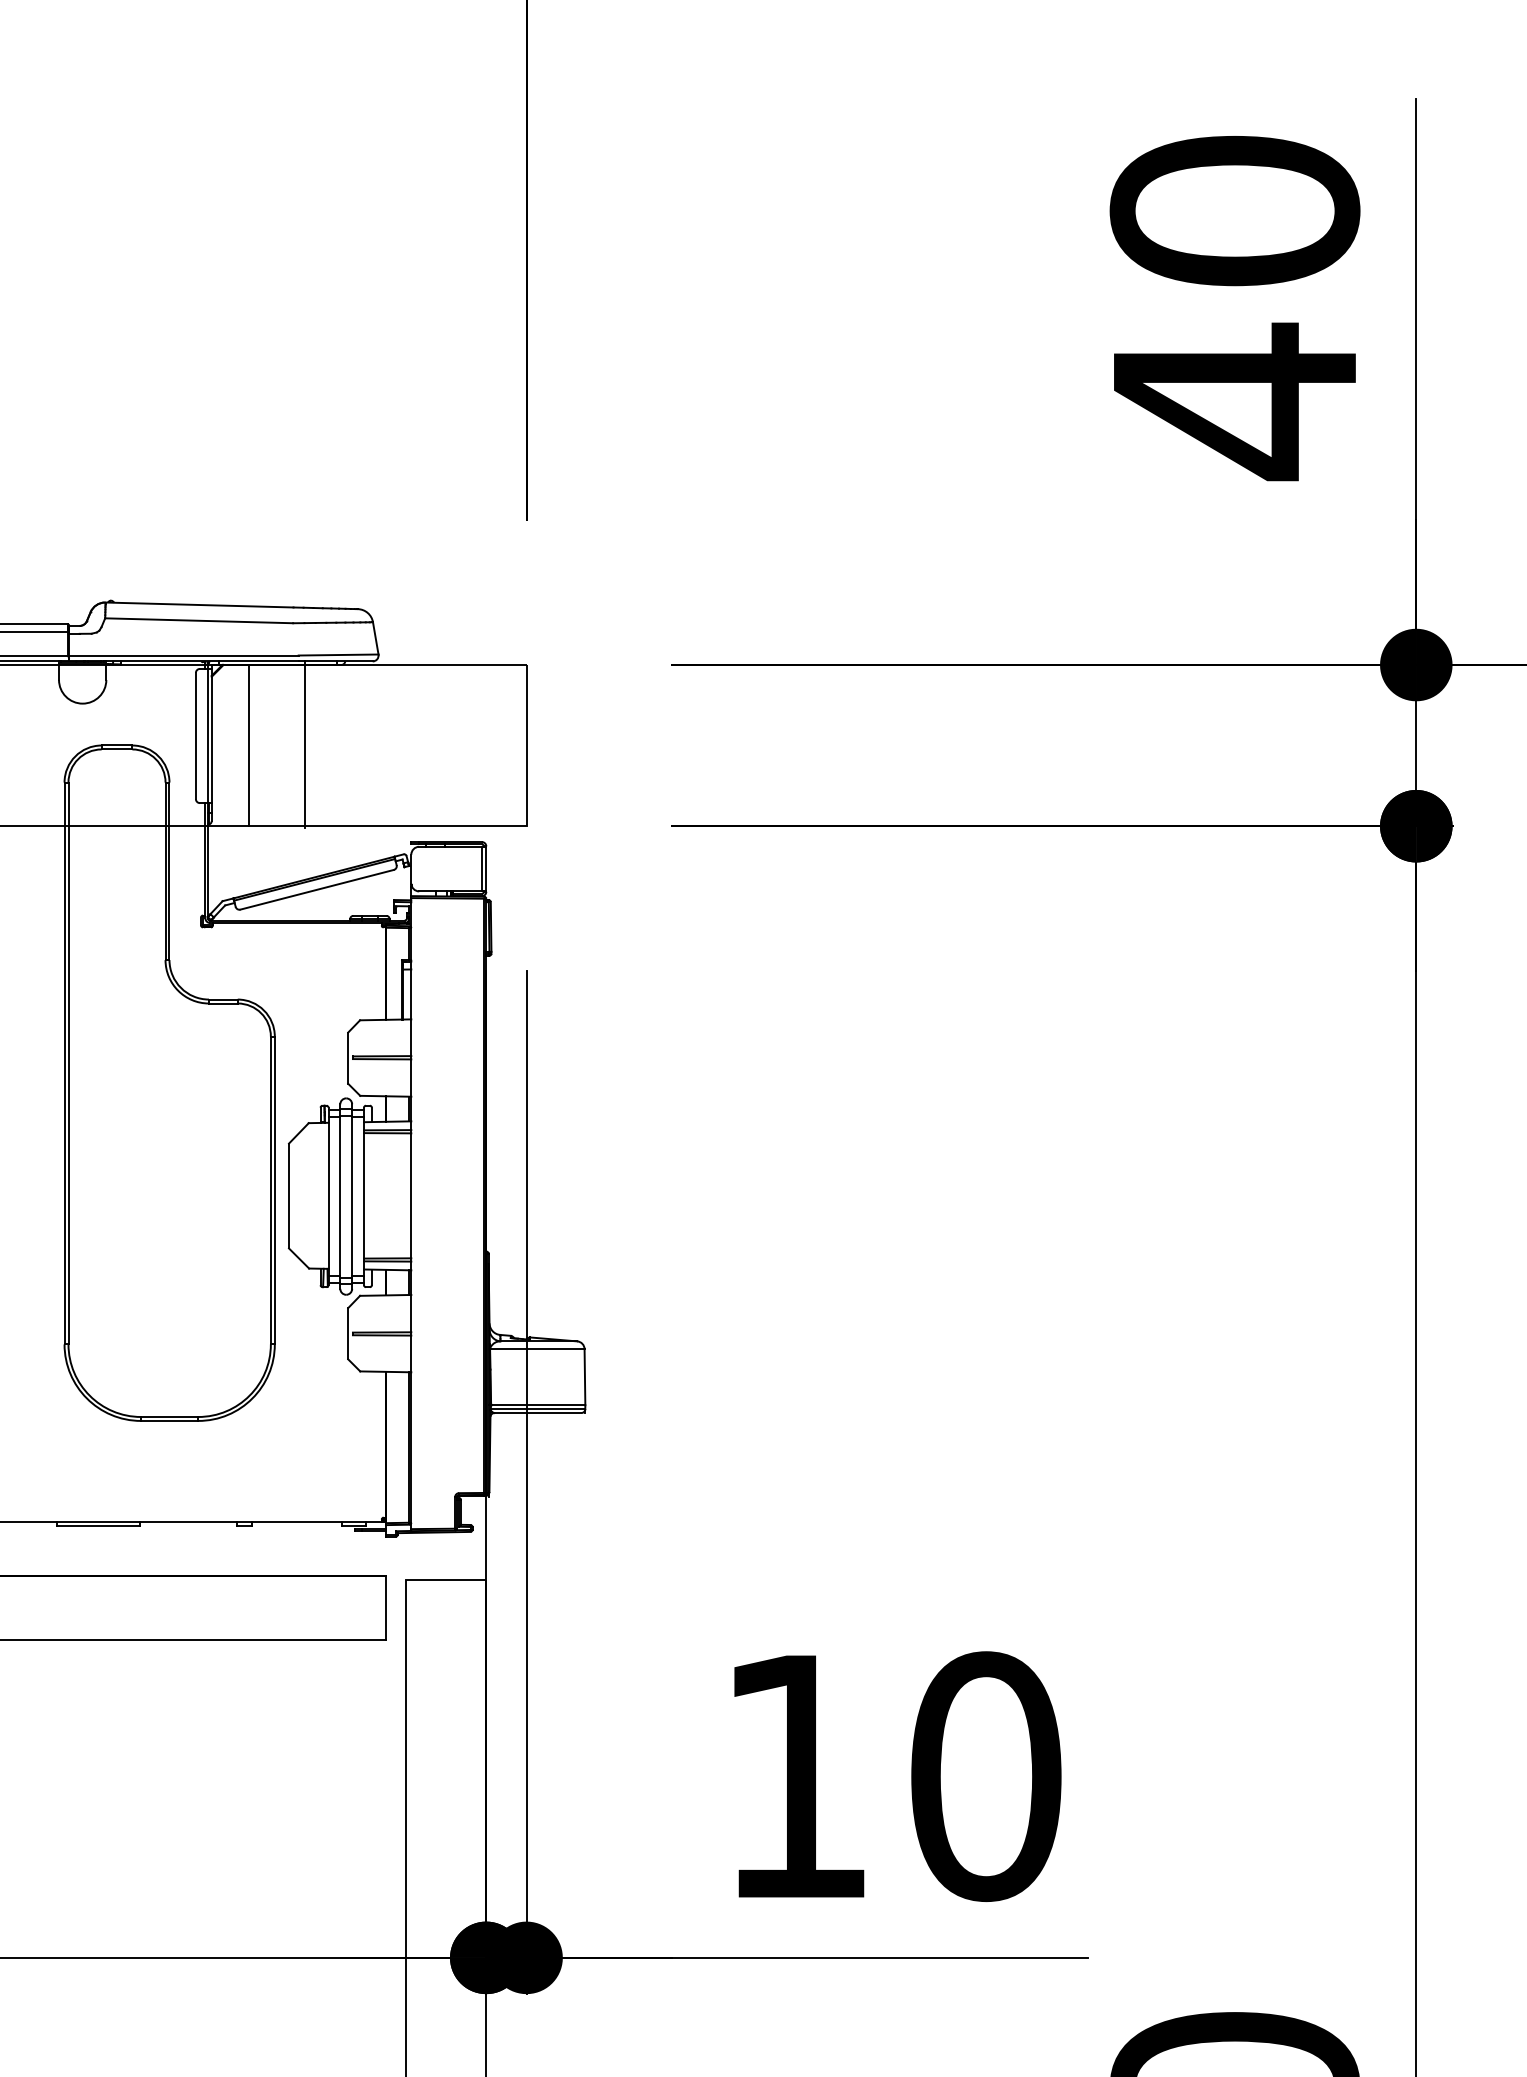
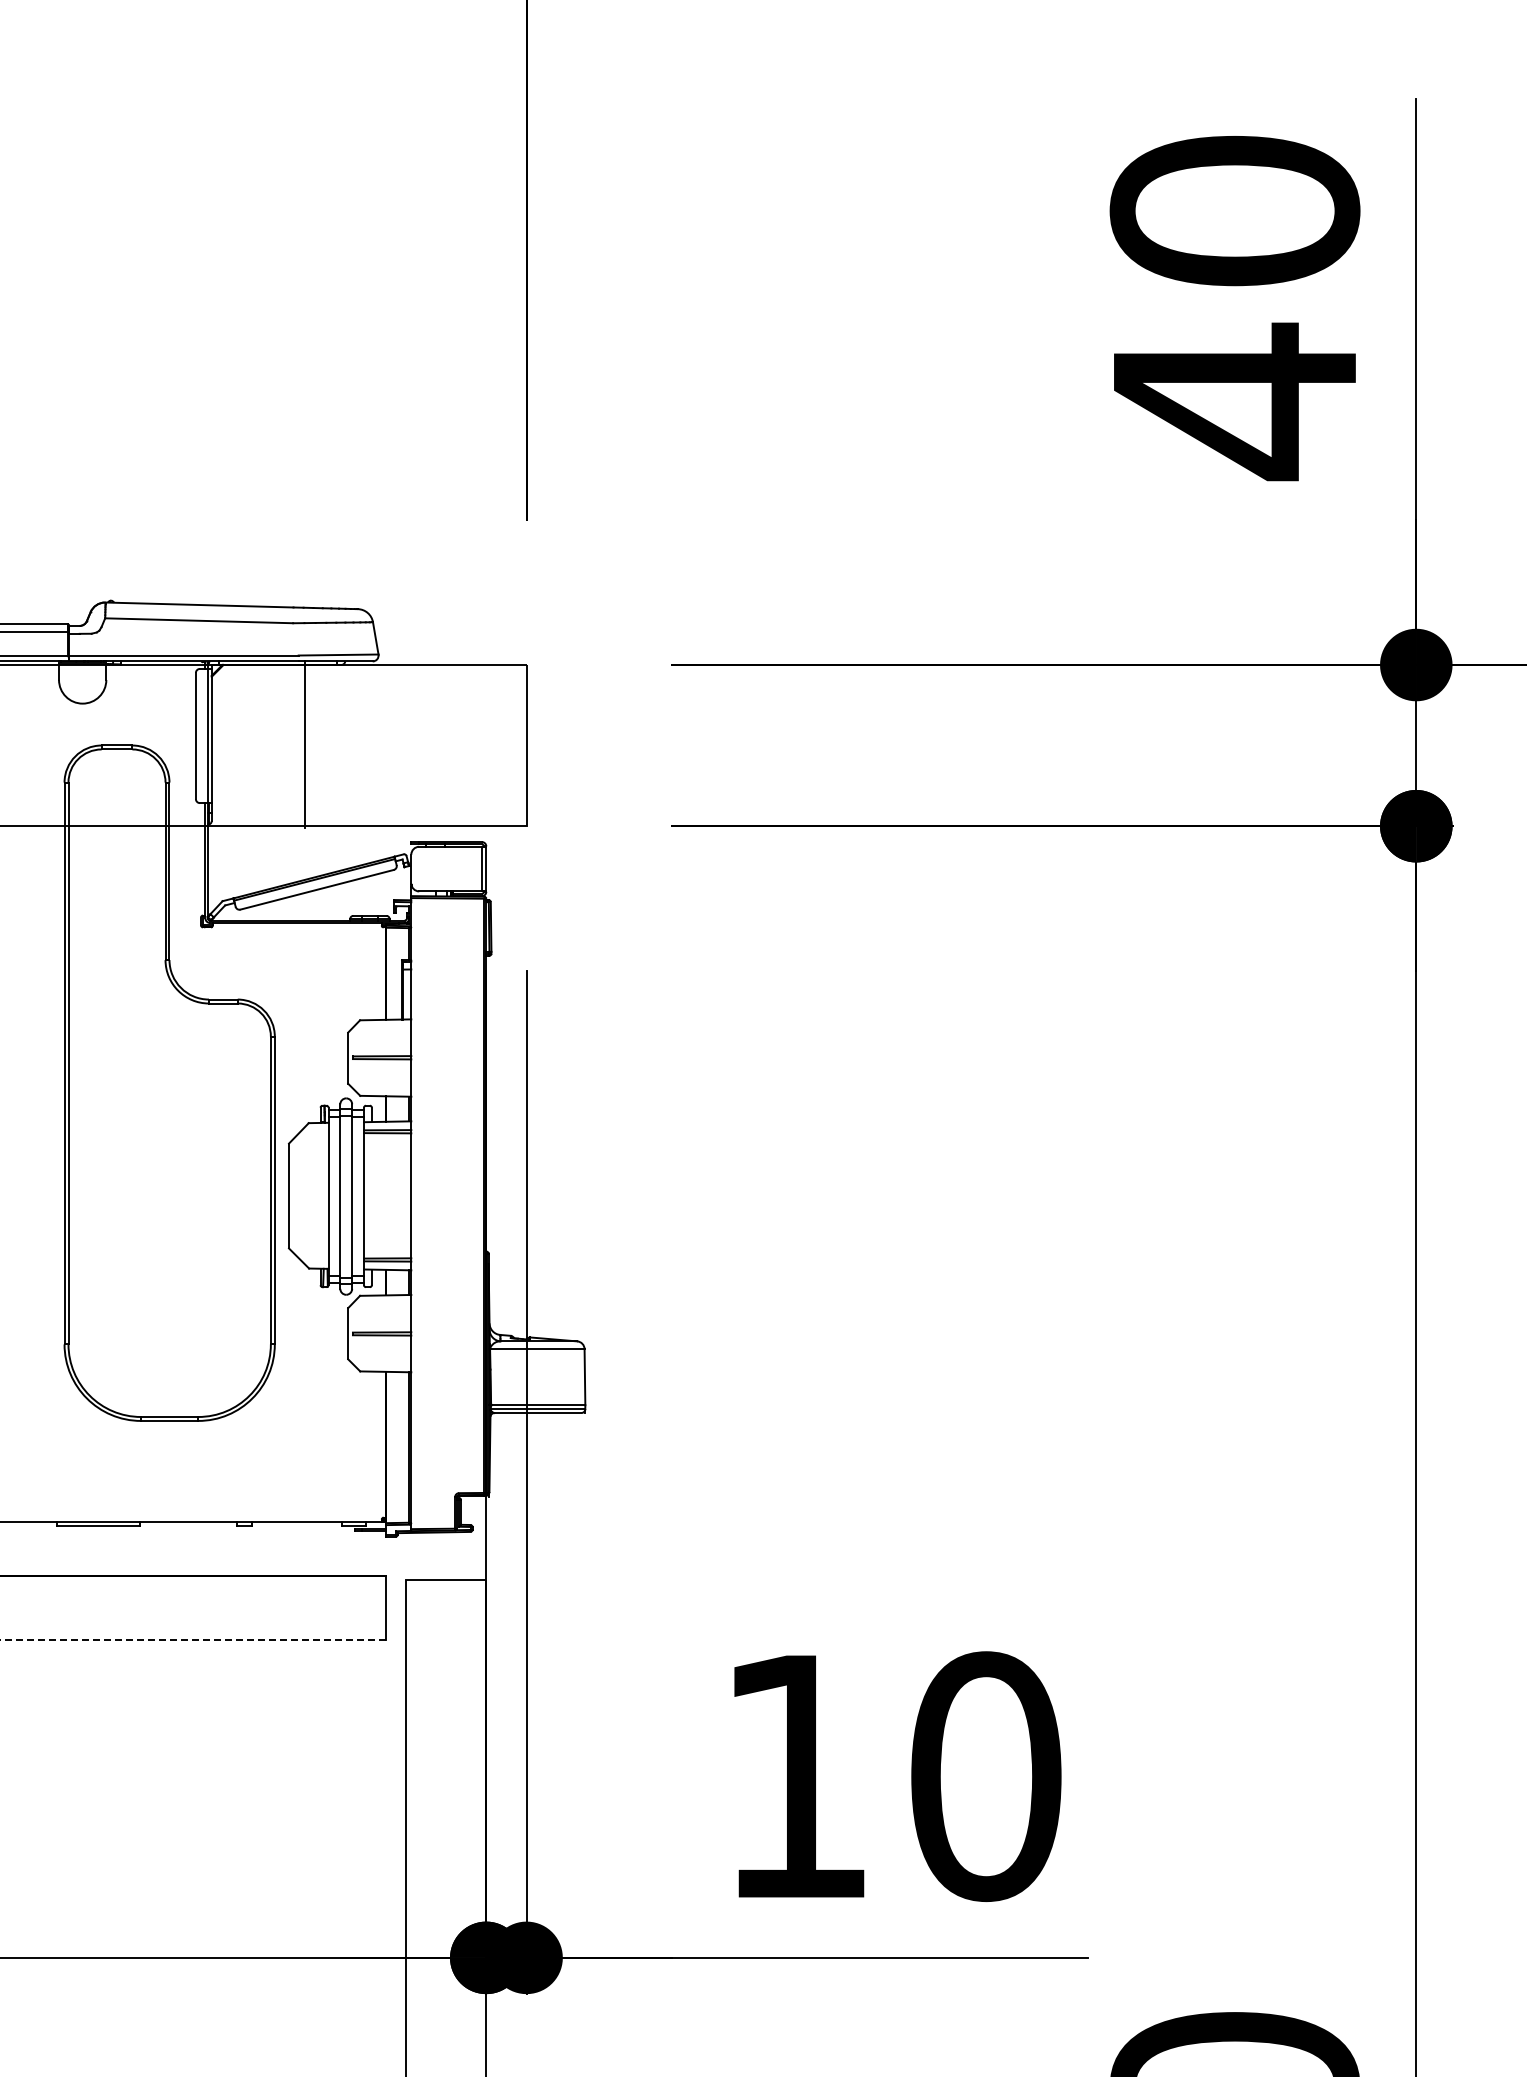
line at (248, 745): present -> none
line at (193, 1640): solid -> dashed
